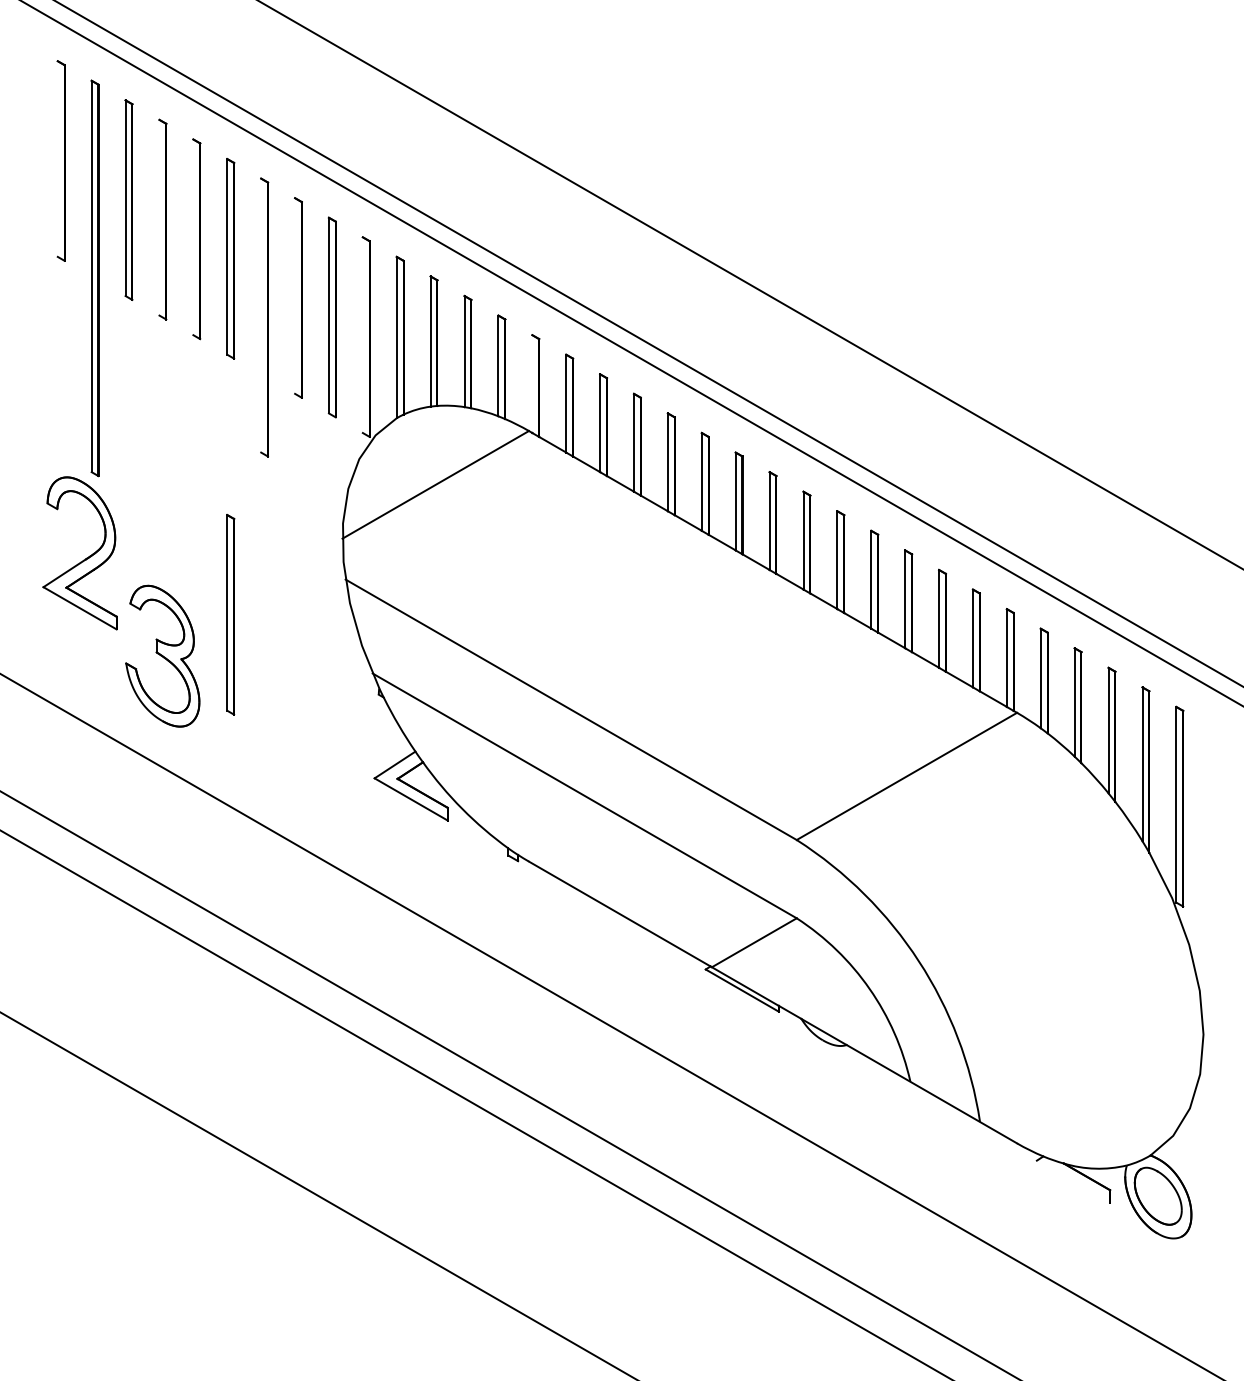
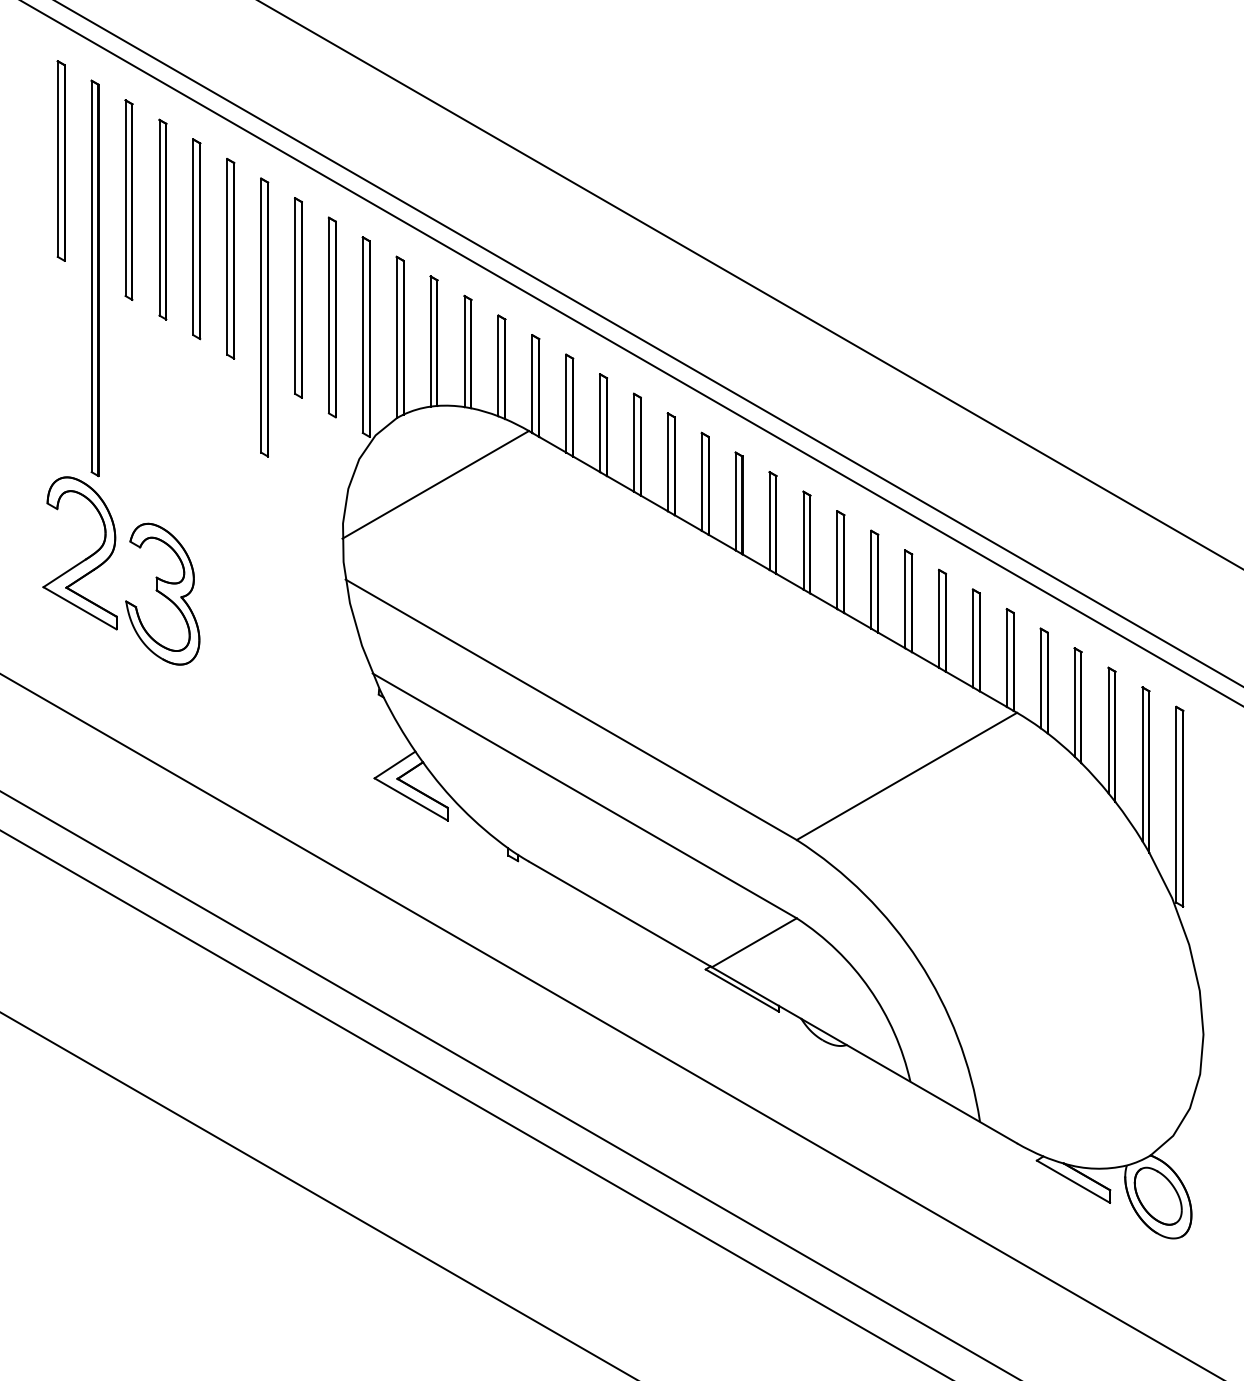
line at (57, 158): none -> present
line at (159, 217): none -> present
line at (193, 237): none -> present
line at (295, 295): none -> present
line at (261, 315): none -> present
line at (362, 335): none -> present
line at (532, 384): none -> present
part at (230, 614): present -> none
part at (162, 655) position: (162, 655) -> (162, 593)
line at (1073, 1181): none -> present
